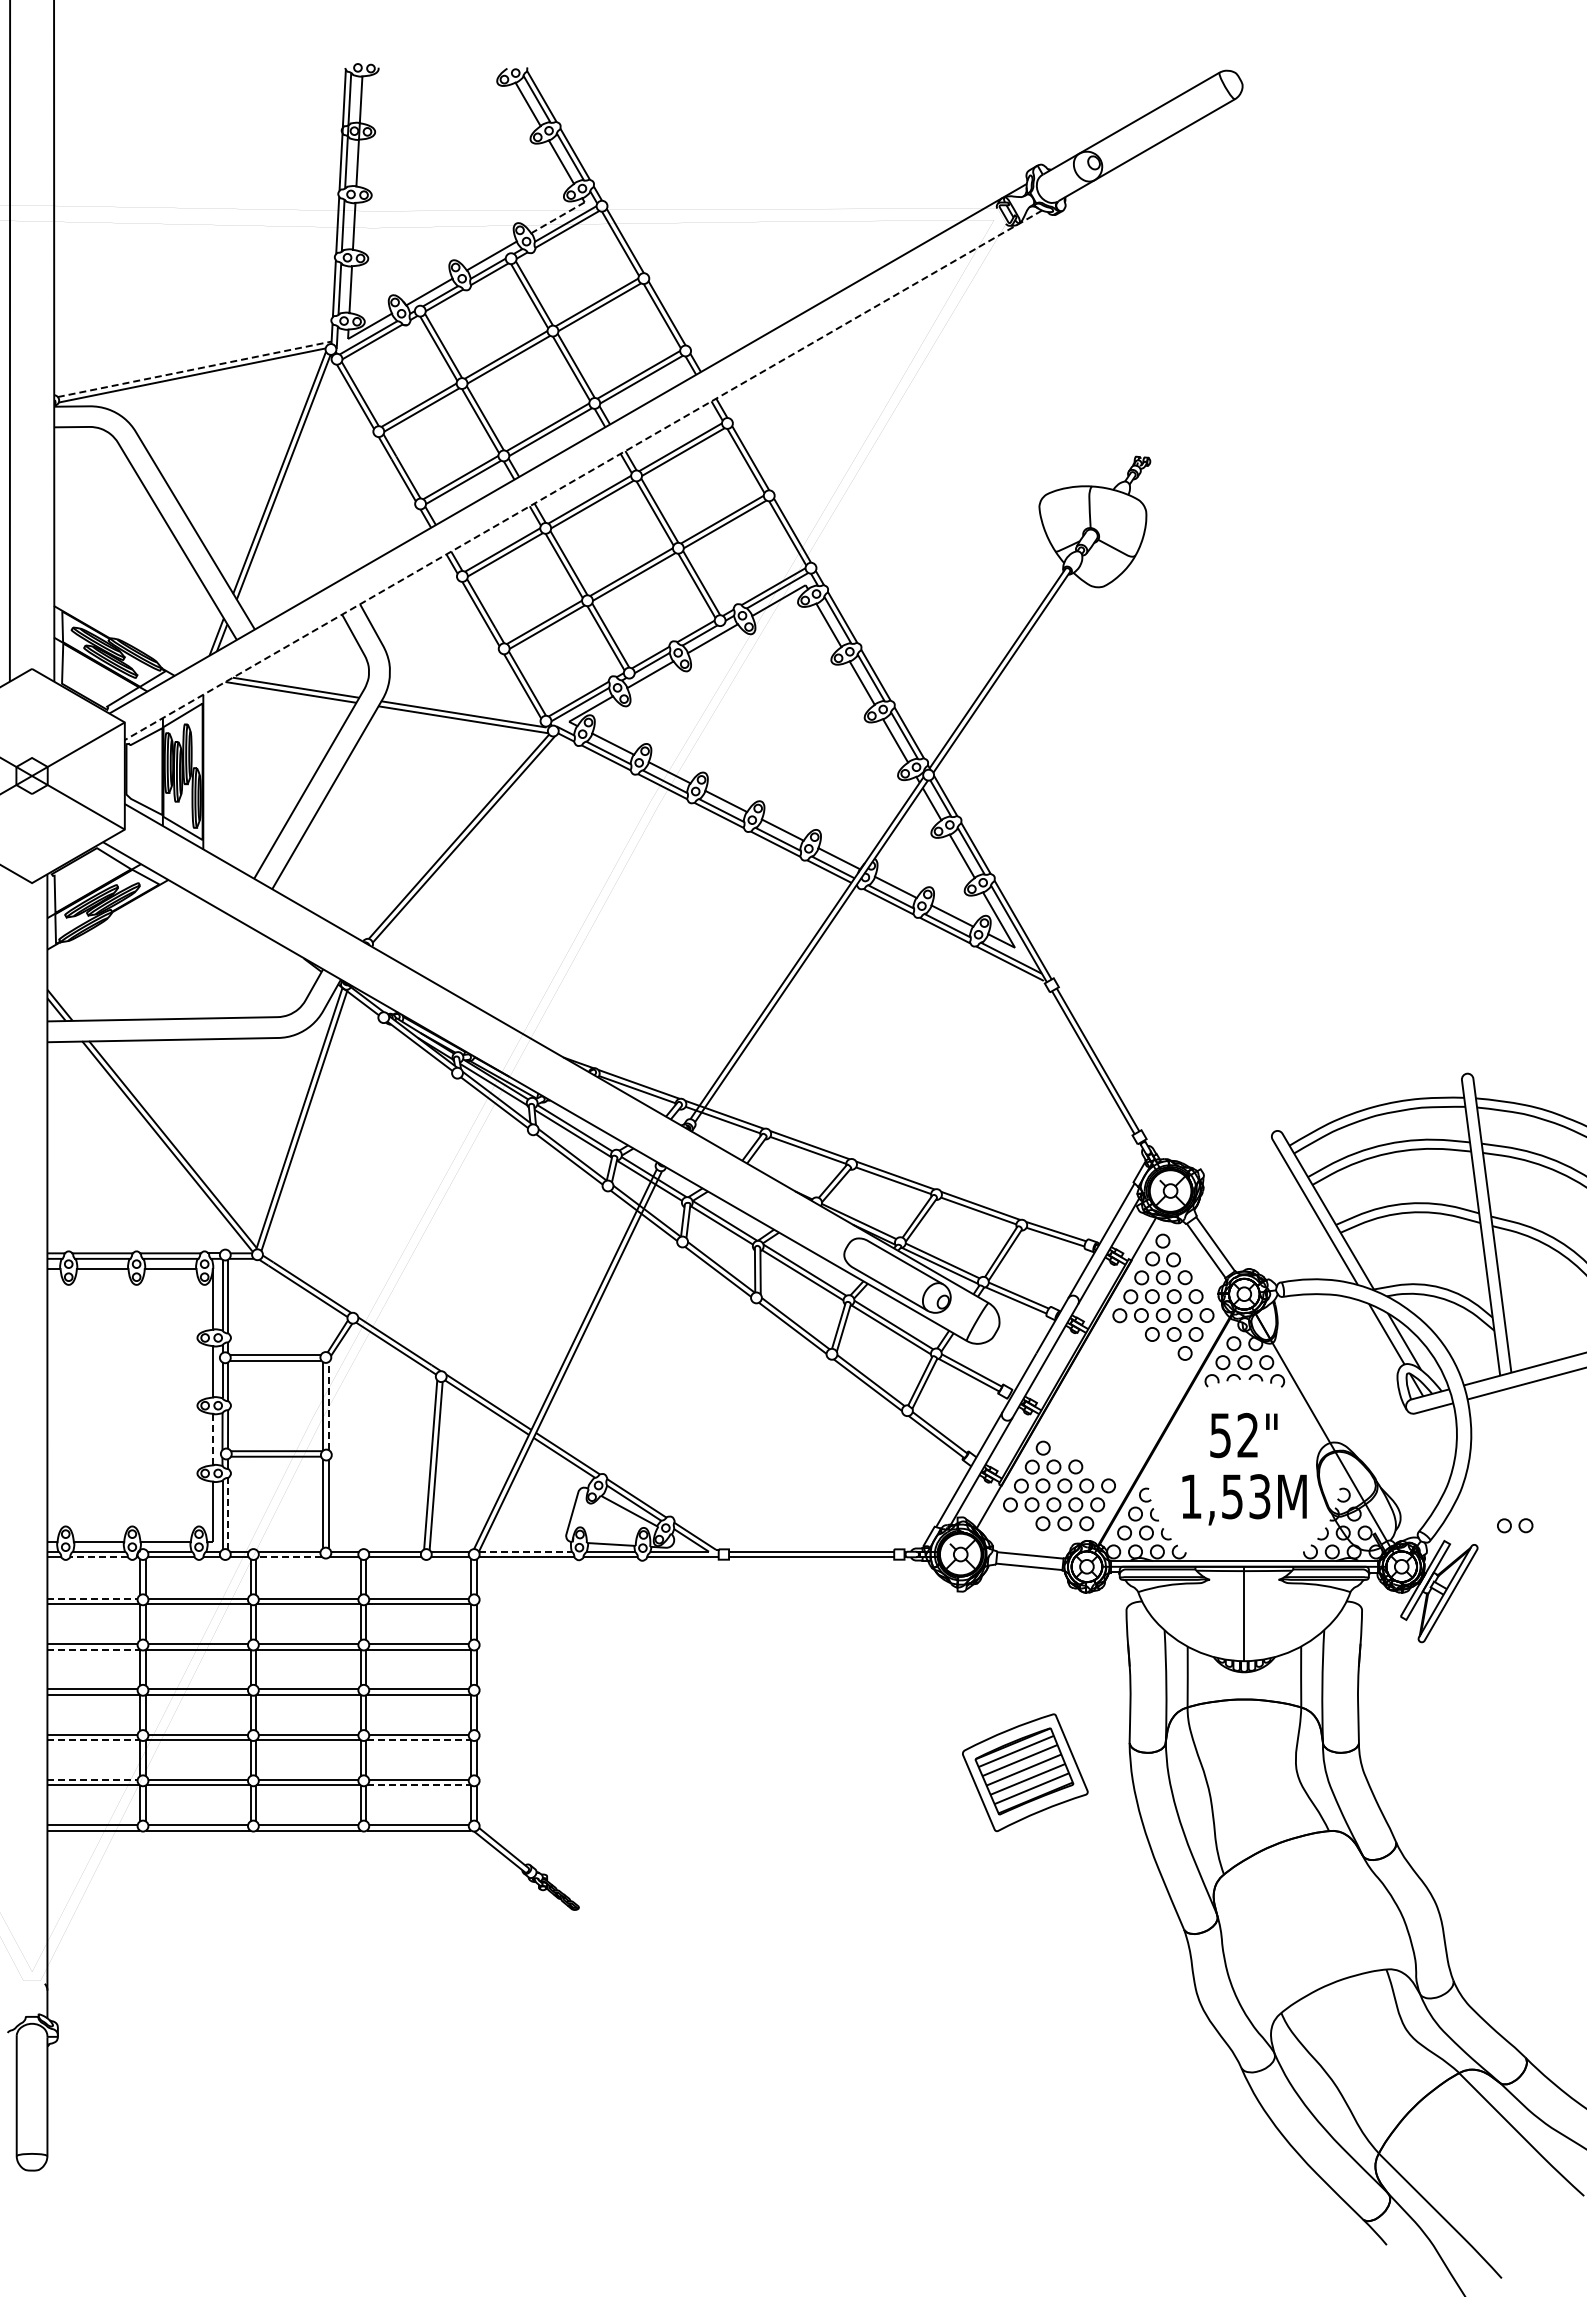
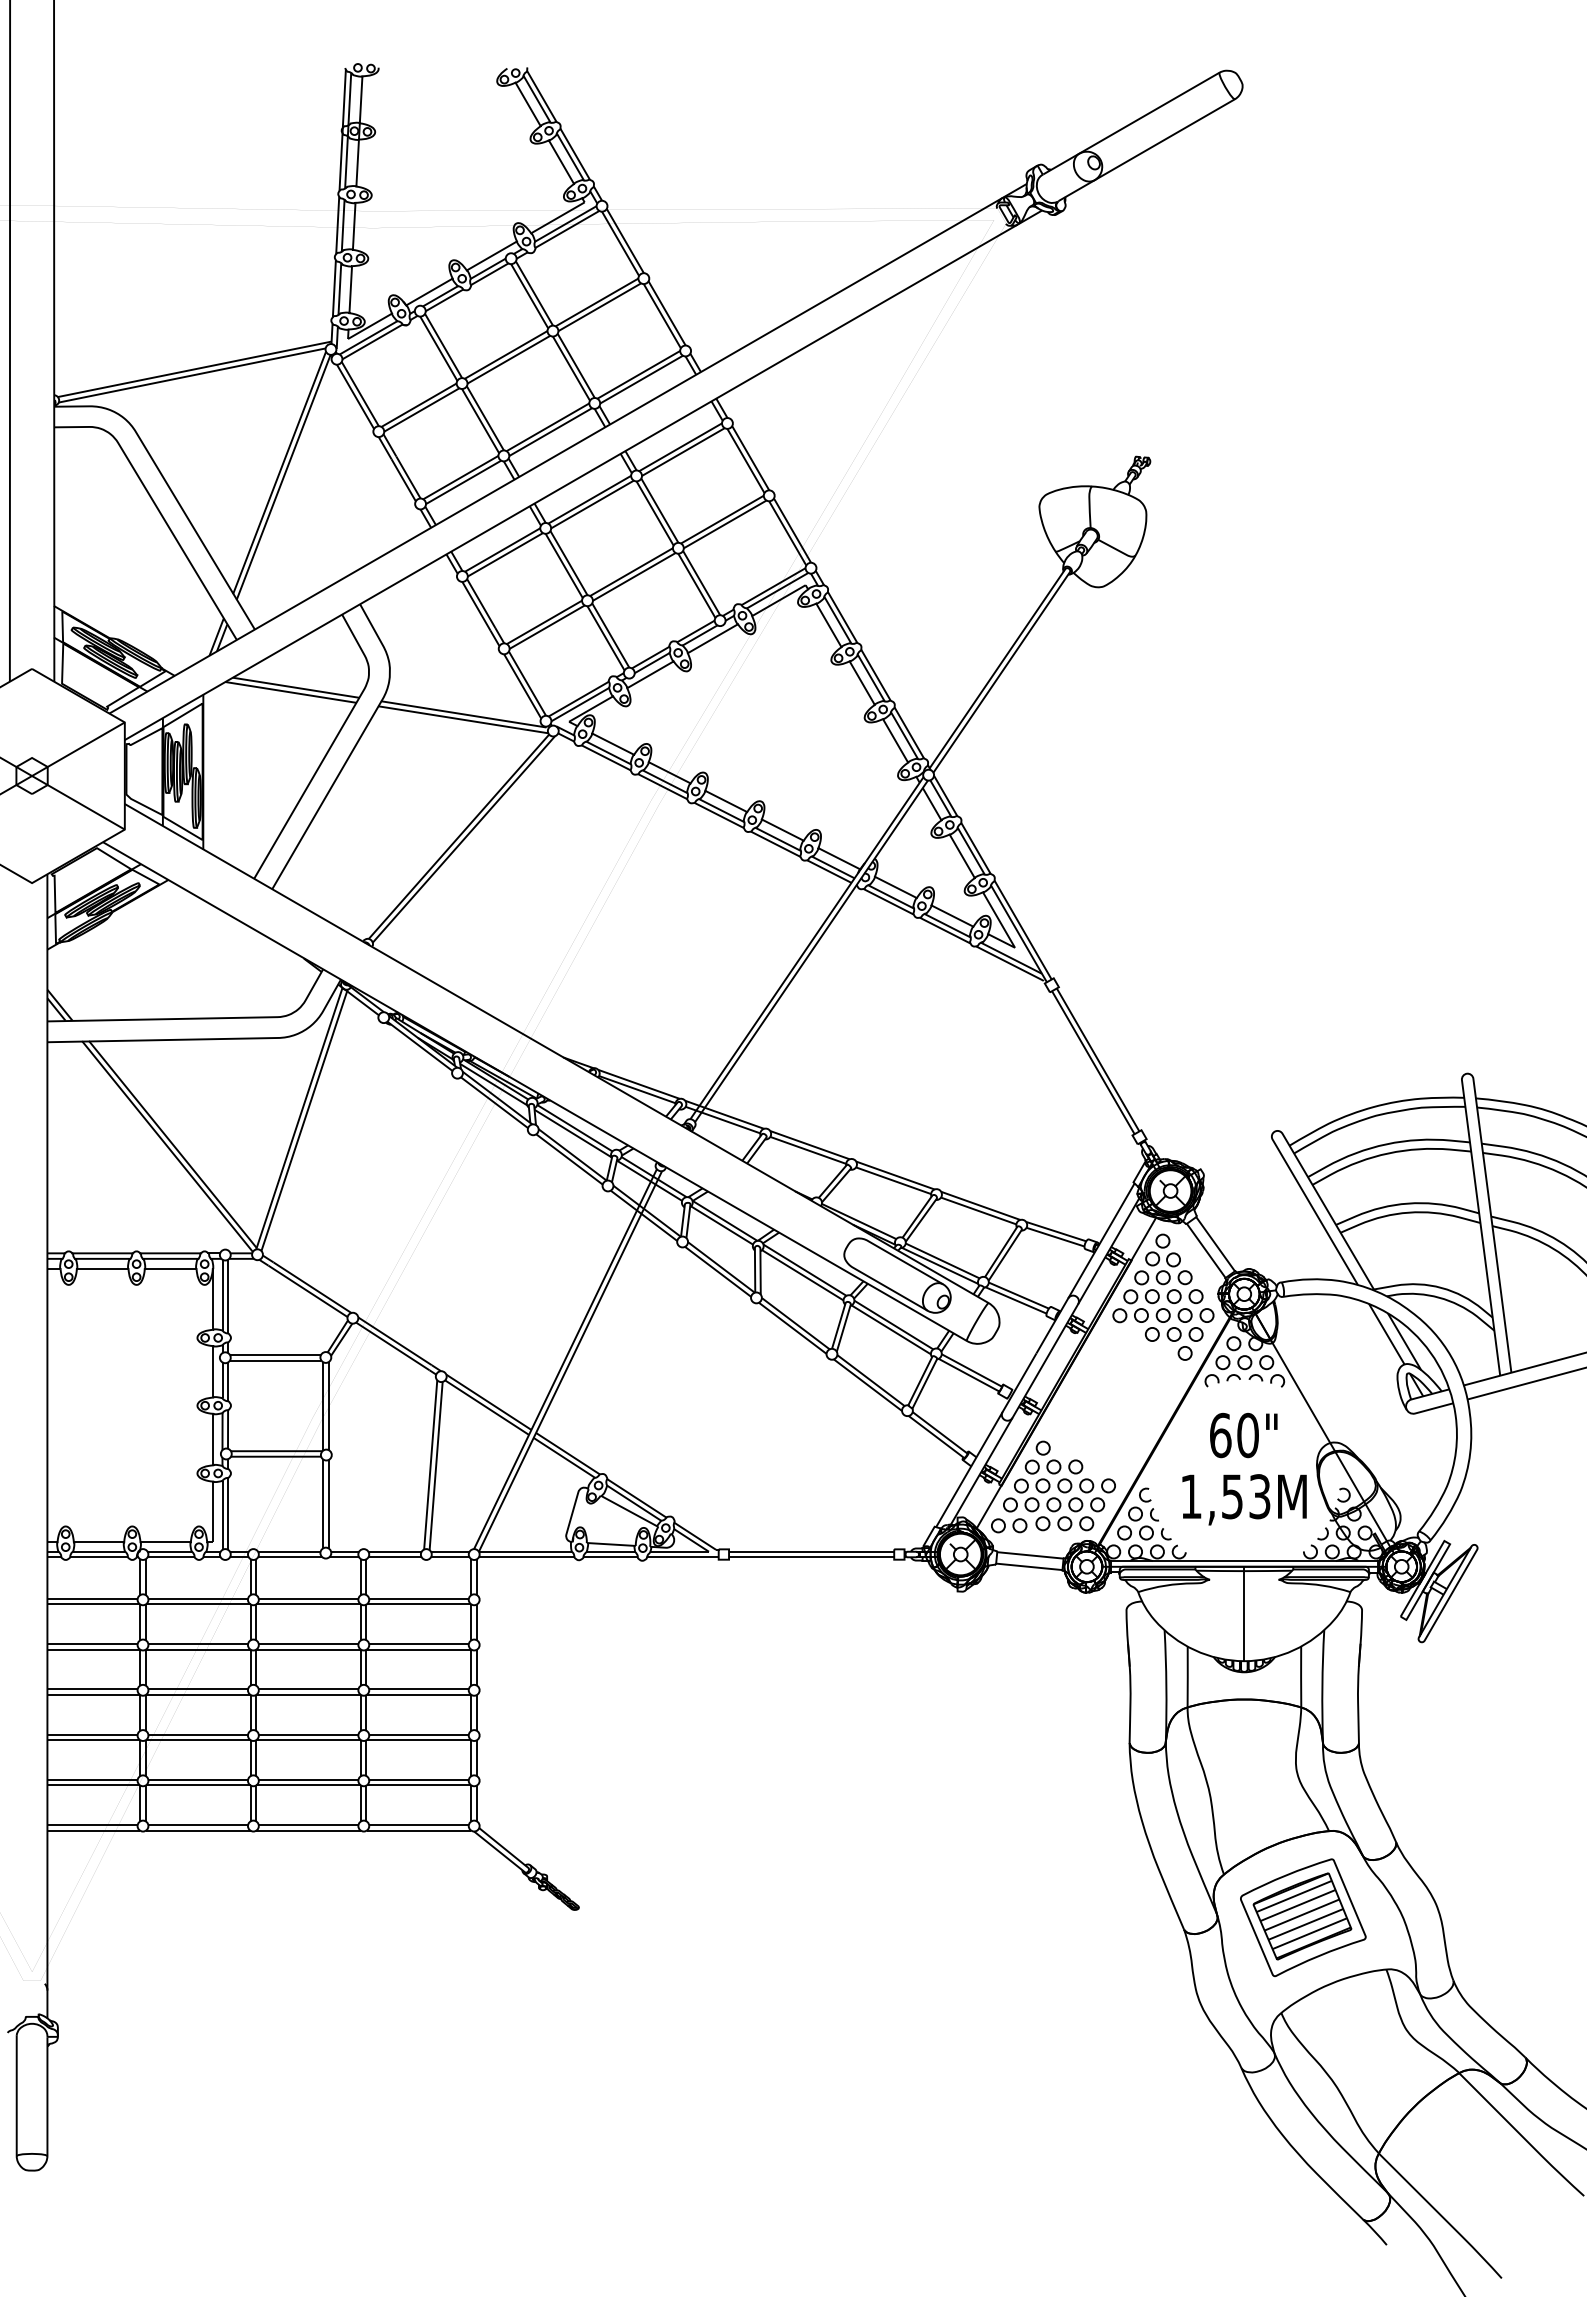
line at (558, 217): dashed -> solid
line at (194, 369): dashed -> solid
line at (583, 475): dashed -> solid
line at (328, 1406): dashed -> solid
text at (1234, 1435): 52" -> 60"
line at (213, 1439): dashed -> solid
line at (228, 1513): dashed -> solid
part at (1515, 1525) position: (1515, 1525) -> (1009, 1525)
line at (525, 1551): dashed -> solid
line at (99, 1557): dashed -> solid
line at (289, 1557): dashed -> solid
line at (93, 1598): dashed -> solid
line at (94, 1649): dashed -> solid
line at (94, 1740): dashed -> solid
line at (419, 1740): dashed -> solid
part at (1025, 1772) position: (1025, 1772) -> (1303, 1917)
line at (93, 1779): dashed -> solid
line at (419, 1785): dashed -> solid
